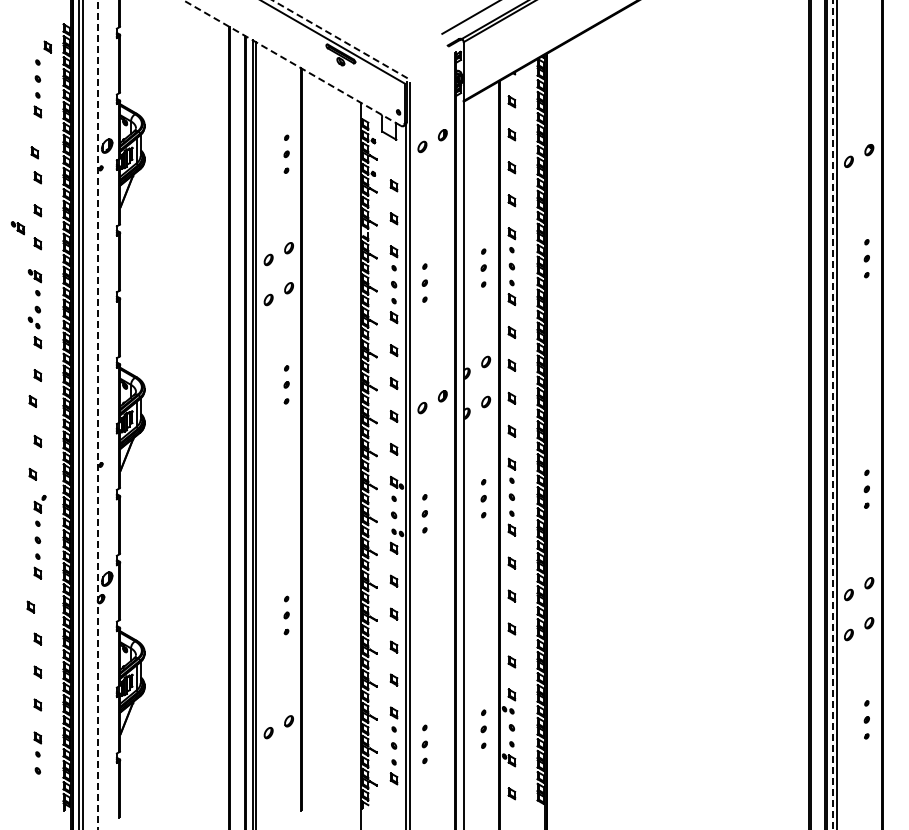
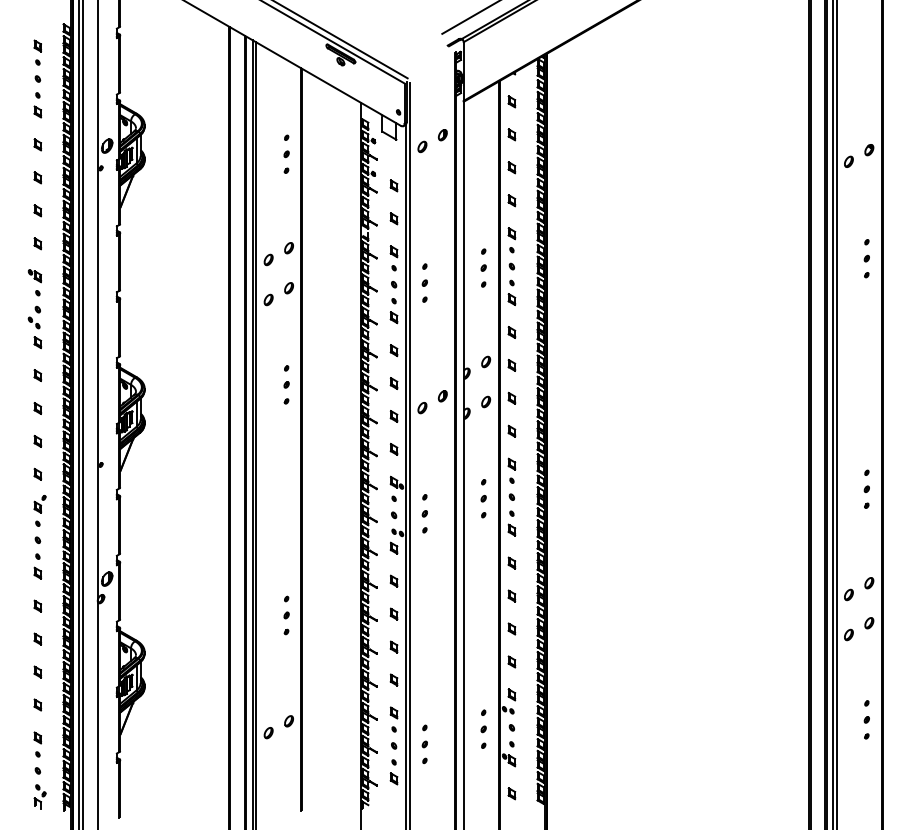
line at (340, 39): dashed -> solid
part at (47, 46) position: (47, 46) -> (37, 45)
line at (291, 62): dashed -> solid
part at (34, 152) position: (34, 152) -> (37, 144)
part at (17, 228): present -> none
part at (32, 401) position: (32, 401) -> (37, 408)
line at (97, 414): dashed -> solid
line at (832, 414): dashed -> solid
part at (32, 473) position: (32, 473) -> (37, 473)
part at (30, 606) position: (30, 606) -> (37, 605)
part at (39, 796): none -> present
